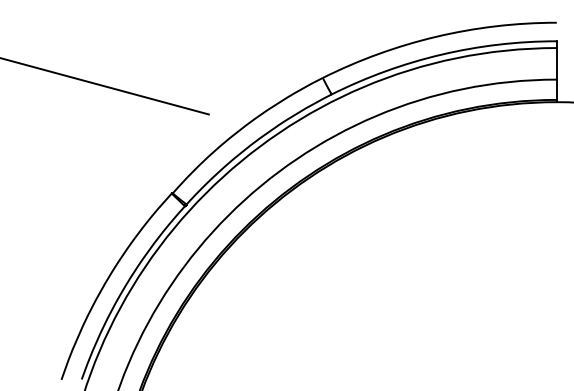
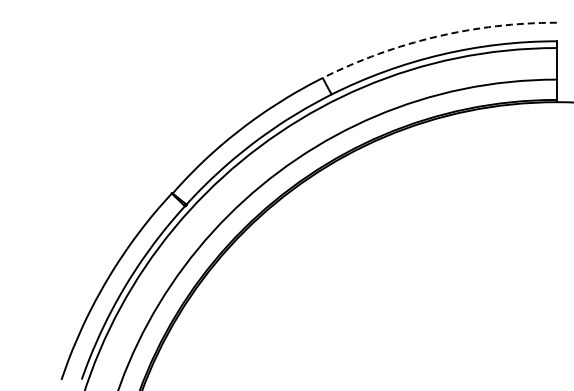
arc at (436, 36): solid -> dashed
line at (105, 86): present -> none
